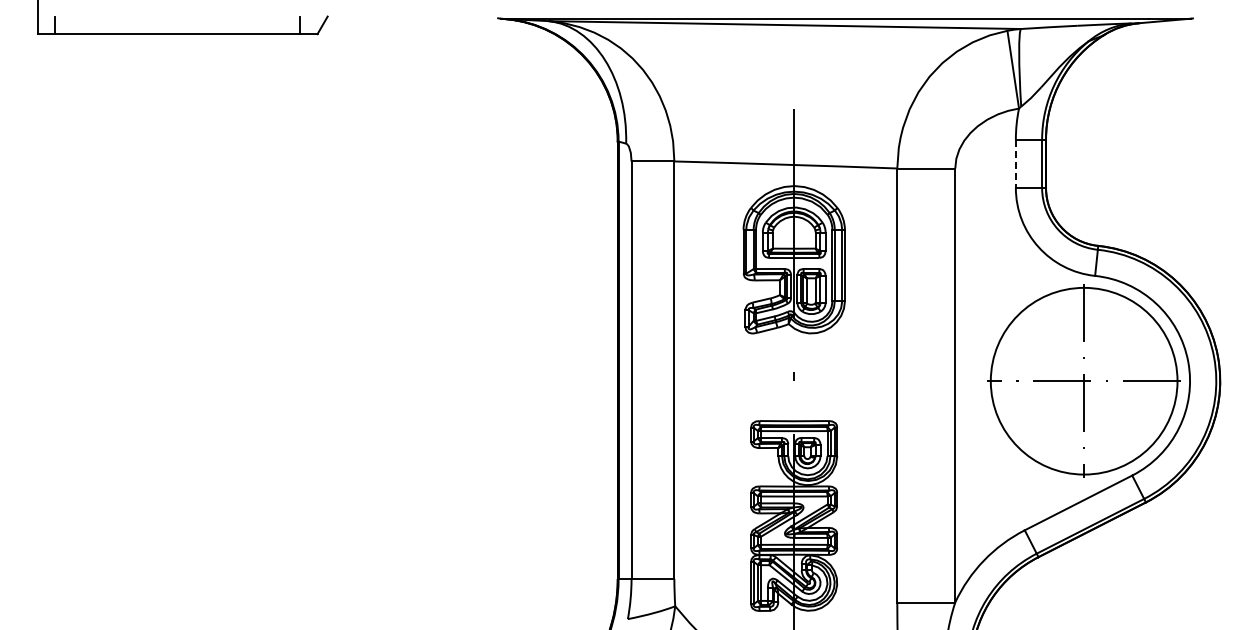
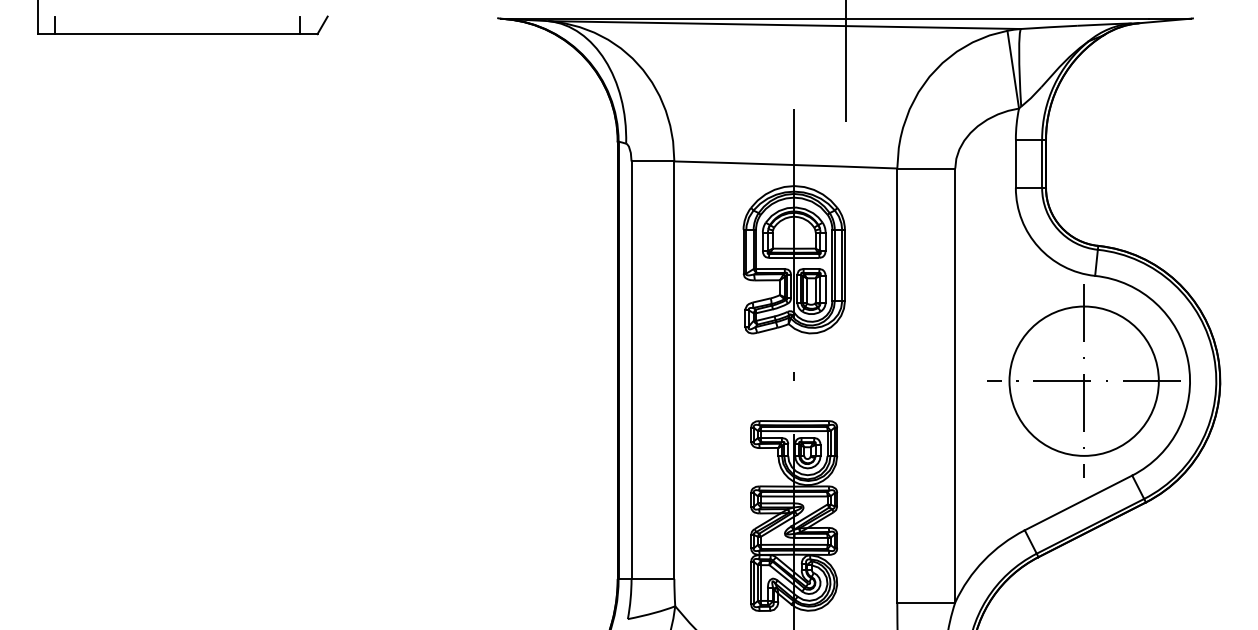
line at (846, 61): none -> present
line at (1015, 164): dashed -> solid
circle at (1083, 380) diameter: 187 px -> 149 px
